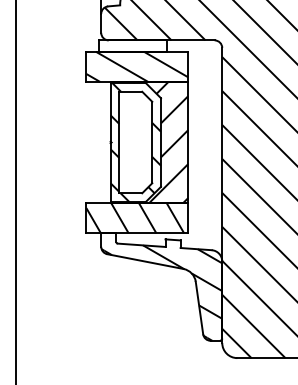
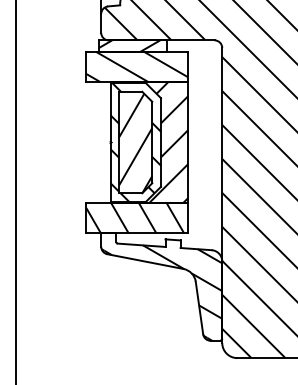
hatch at (129, 45): none -> present
hatch at (135, 143): none -> present
